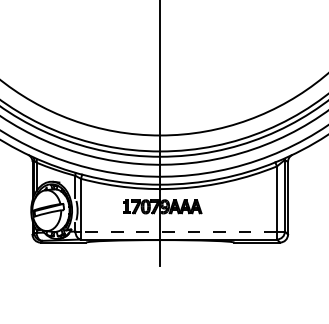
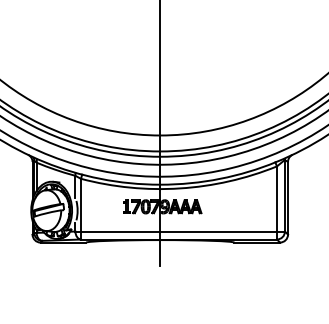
line at (179, 231): dashed -> solid
